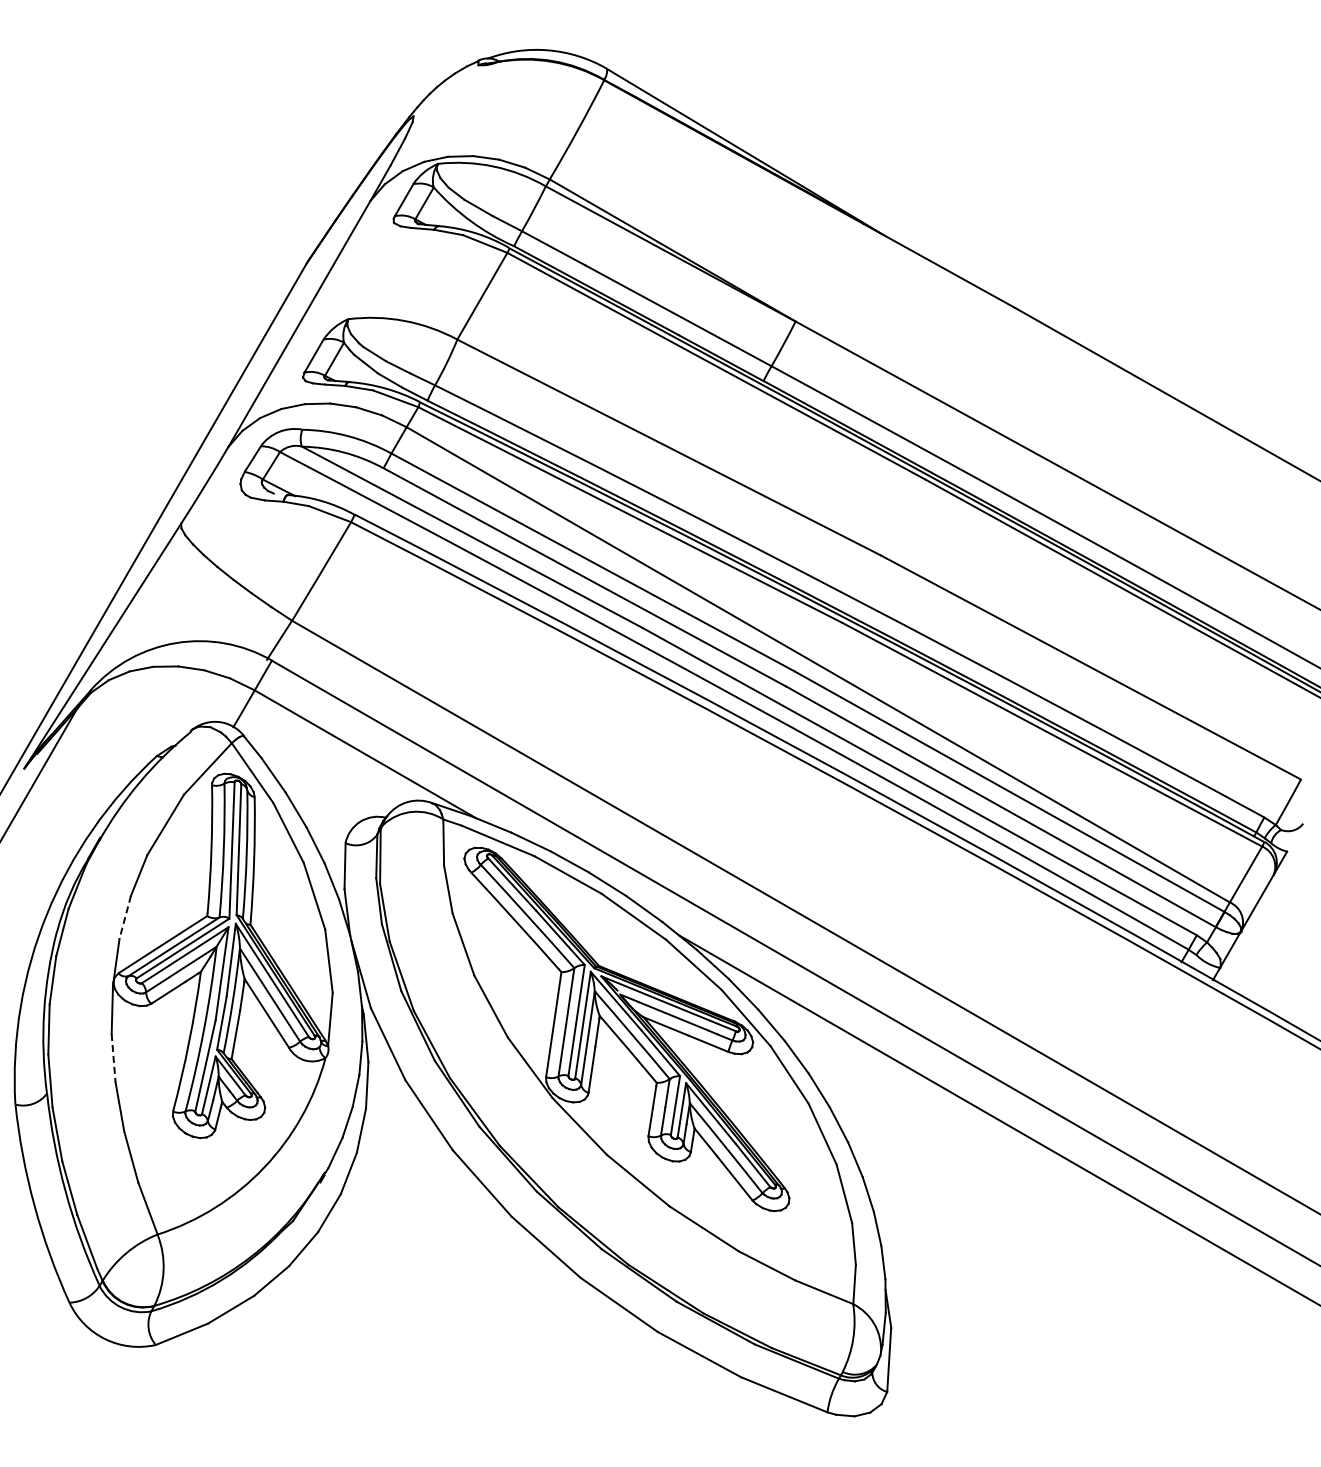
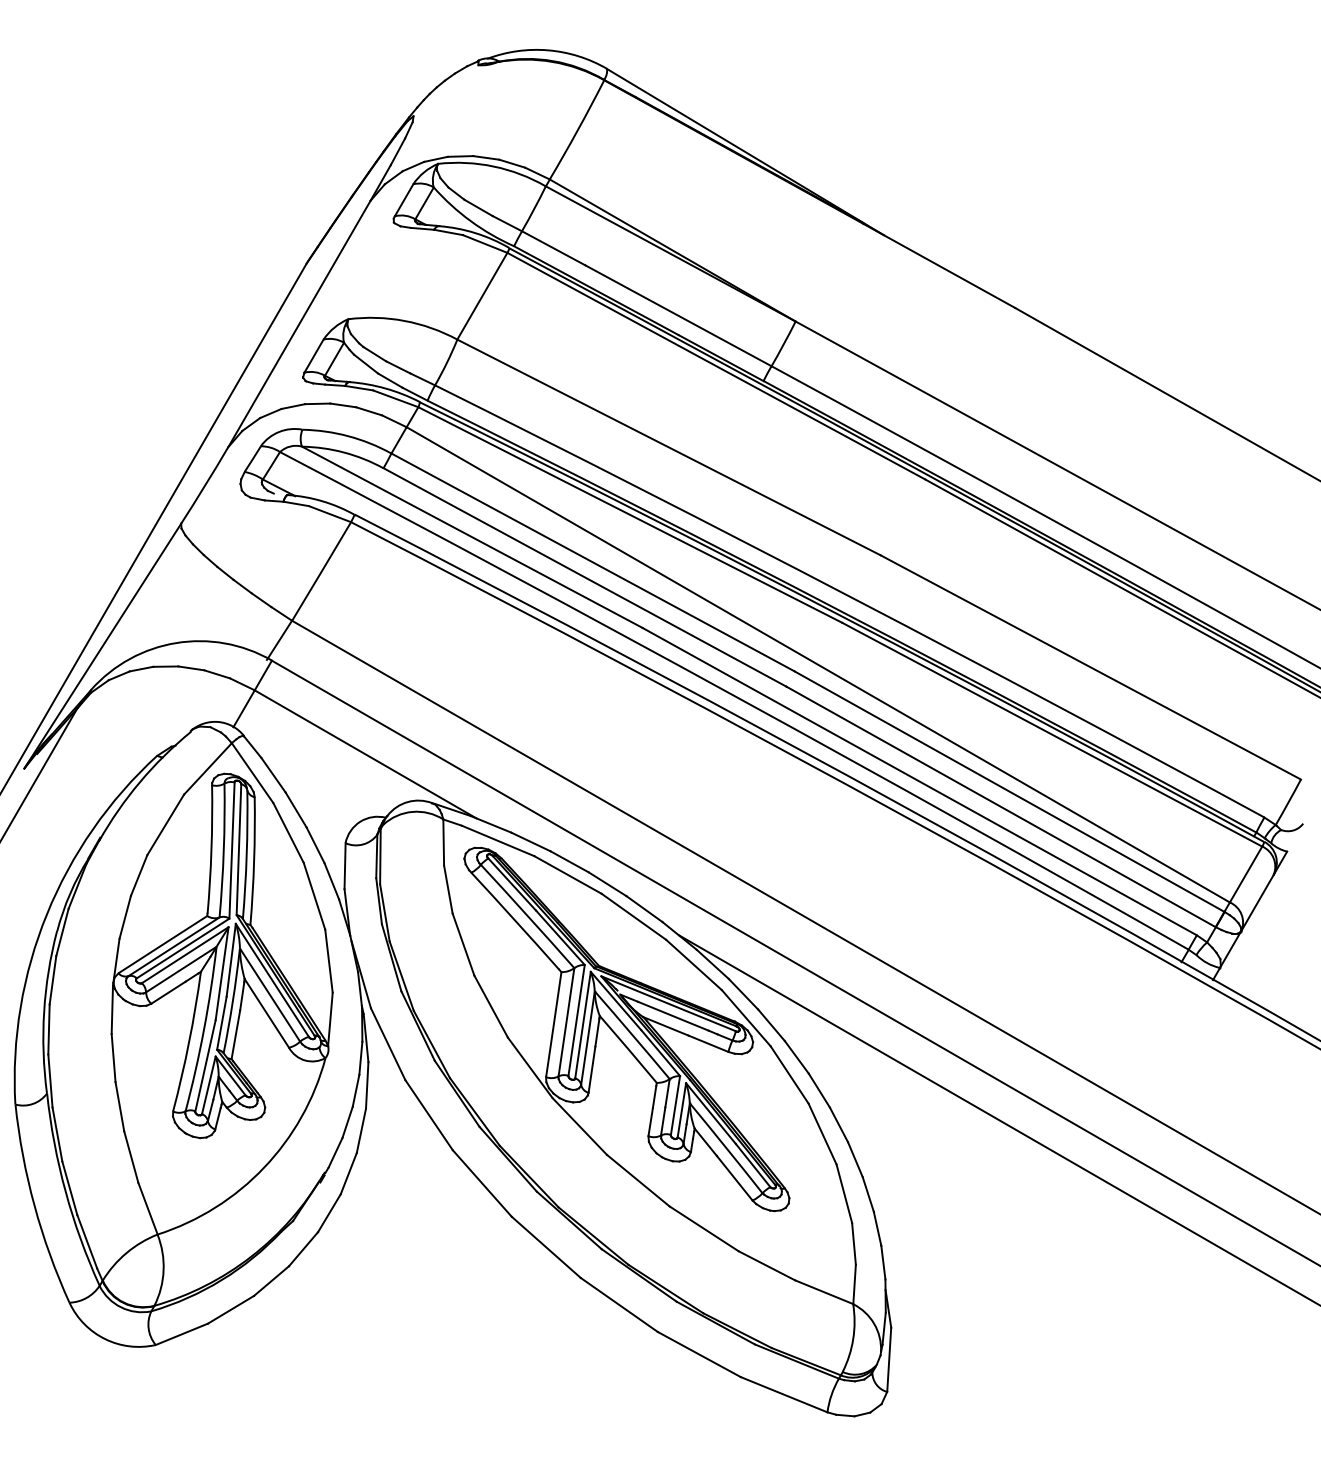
line at (125, 917): dashed -> solid
line at (113, 1058): dashed -> solid
